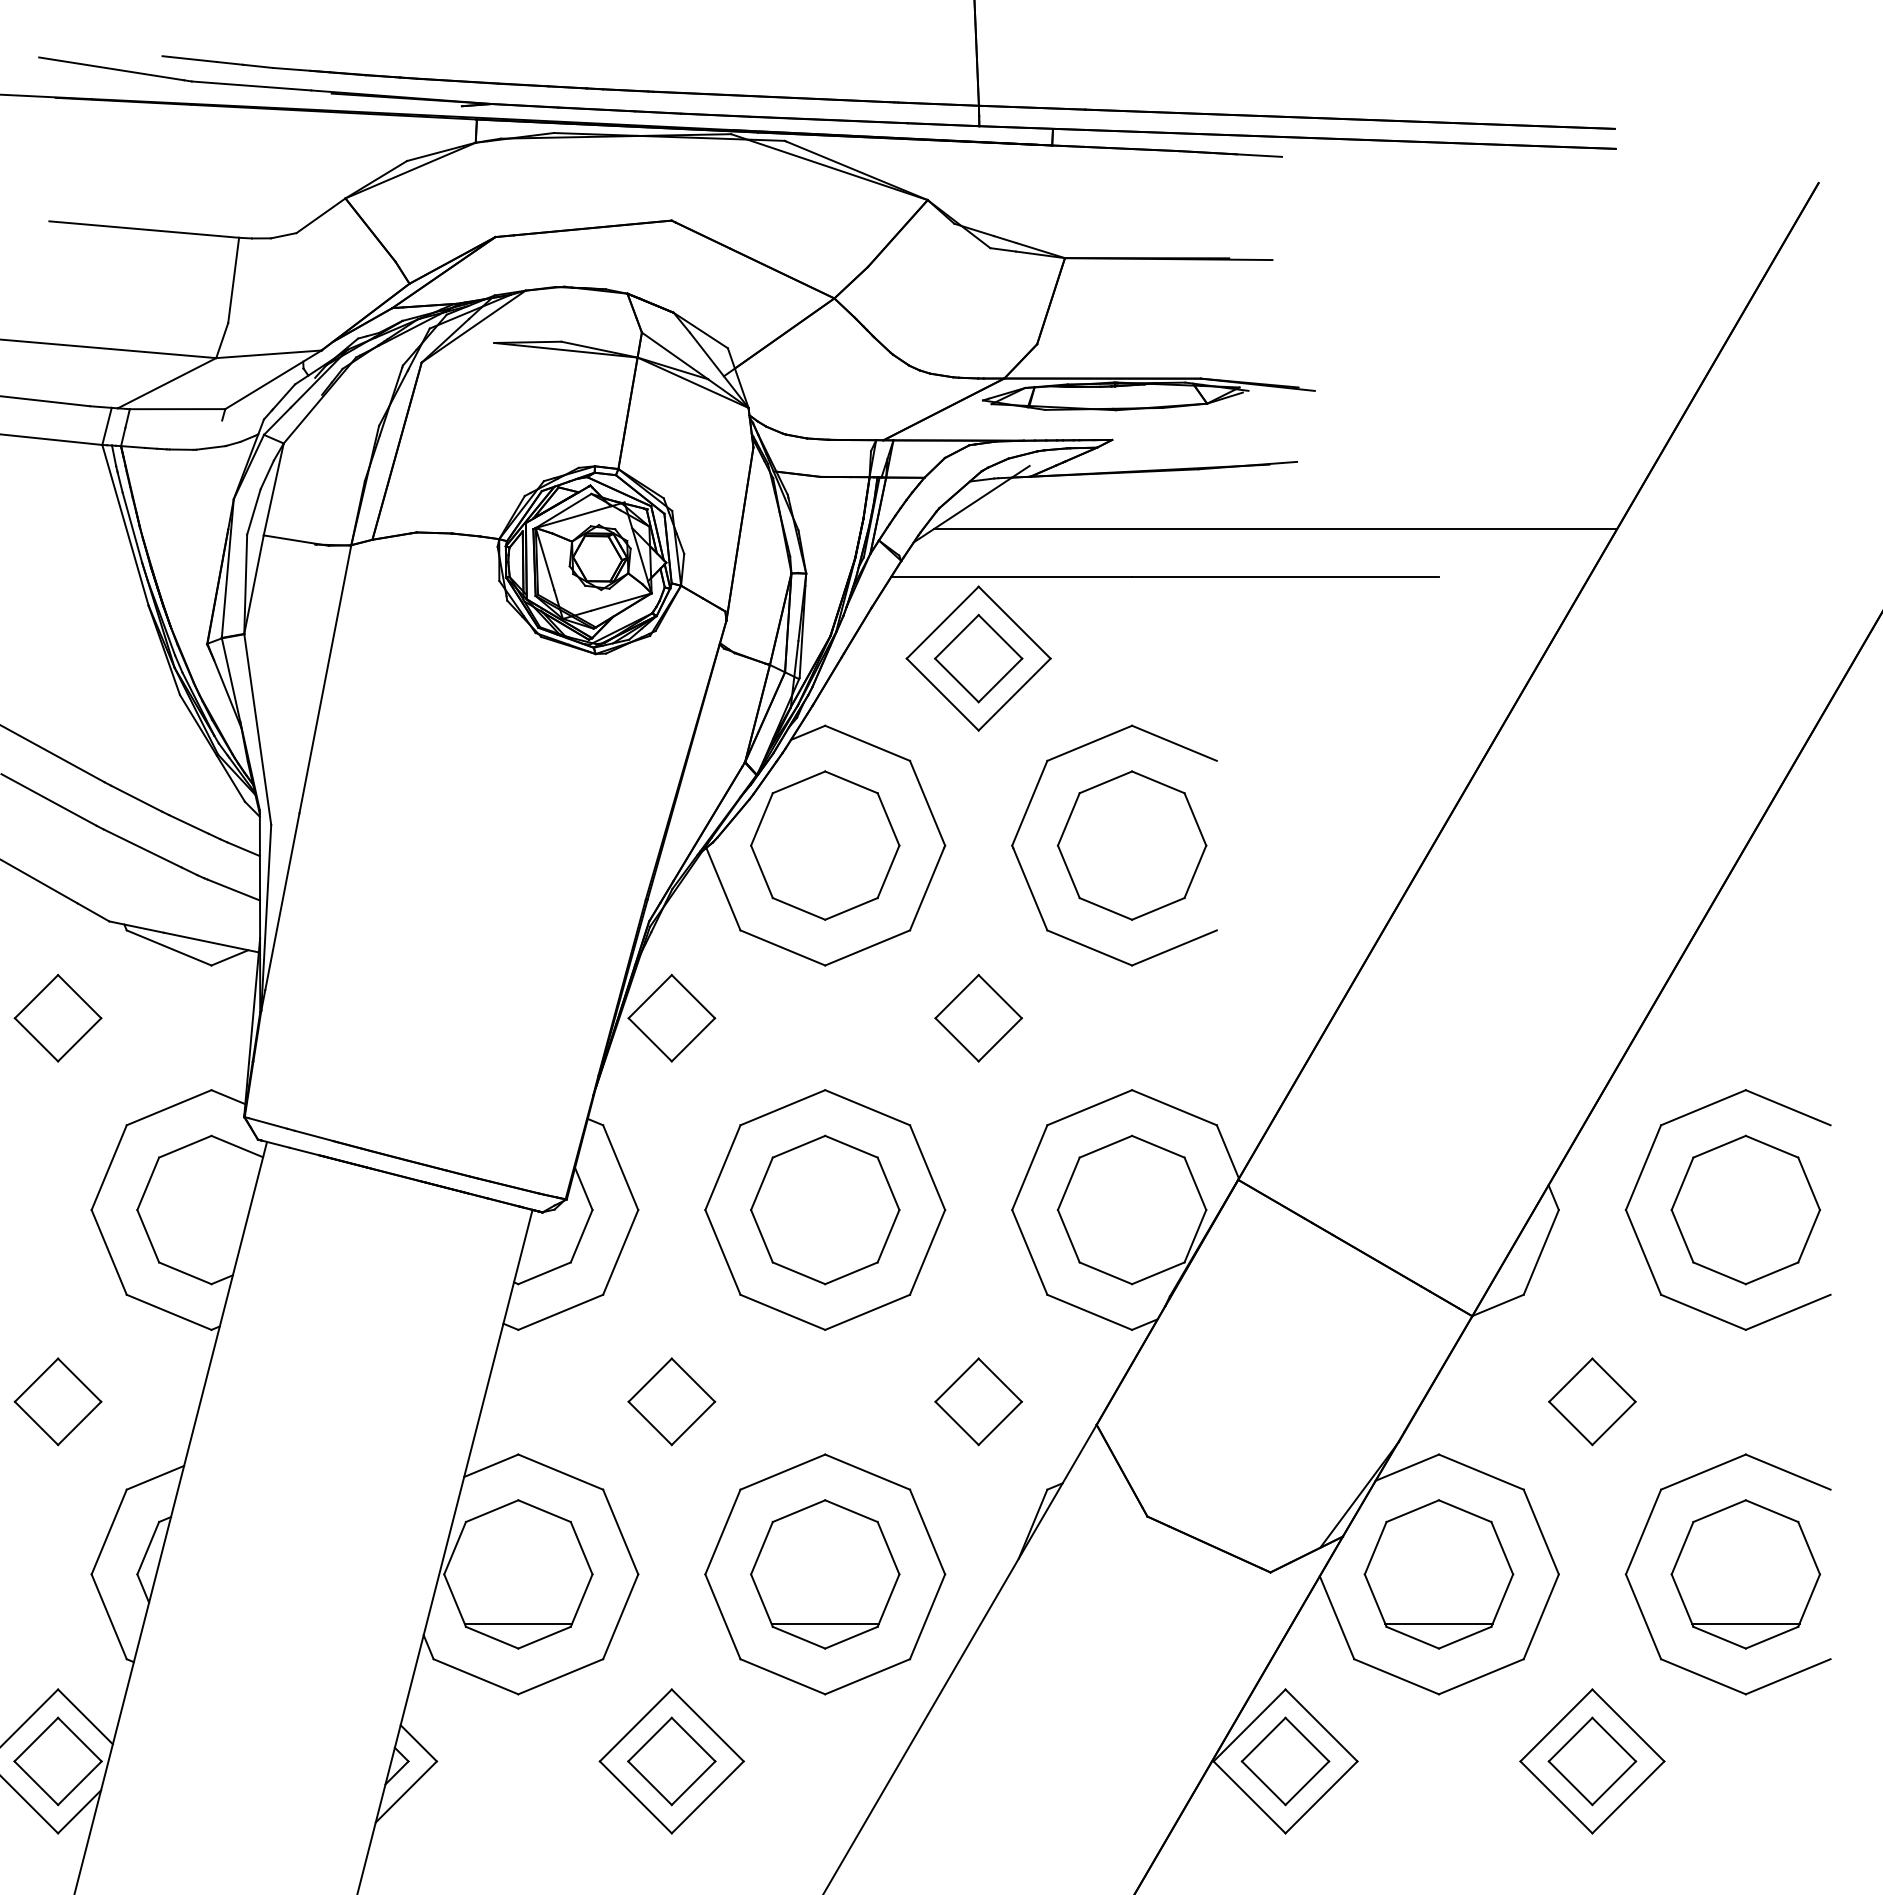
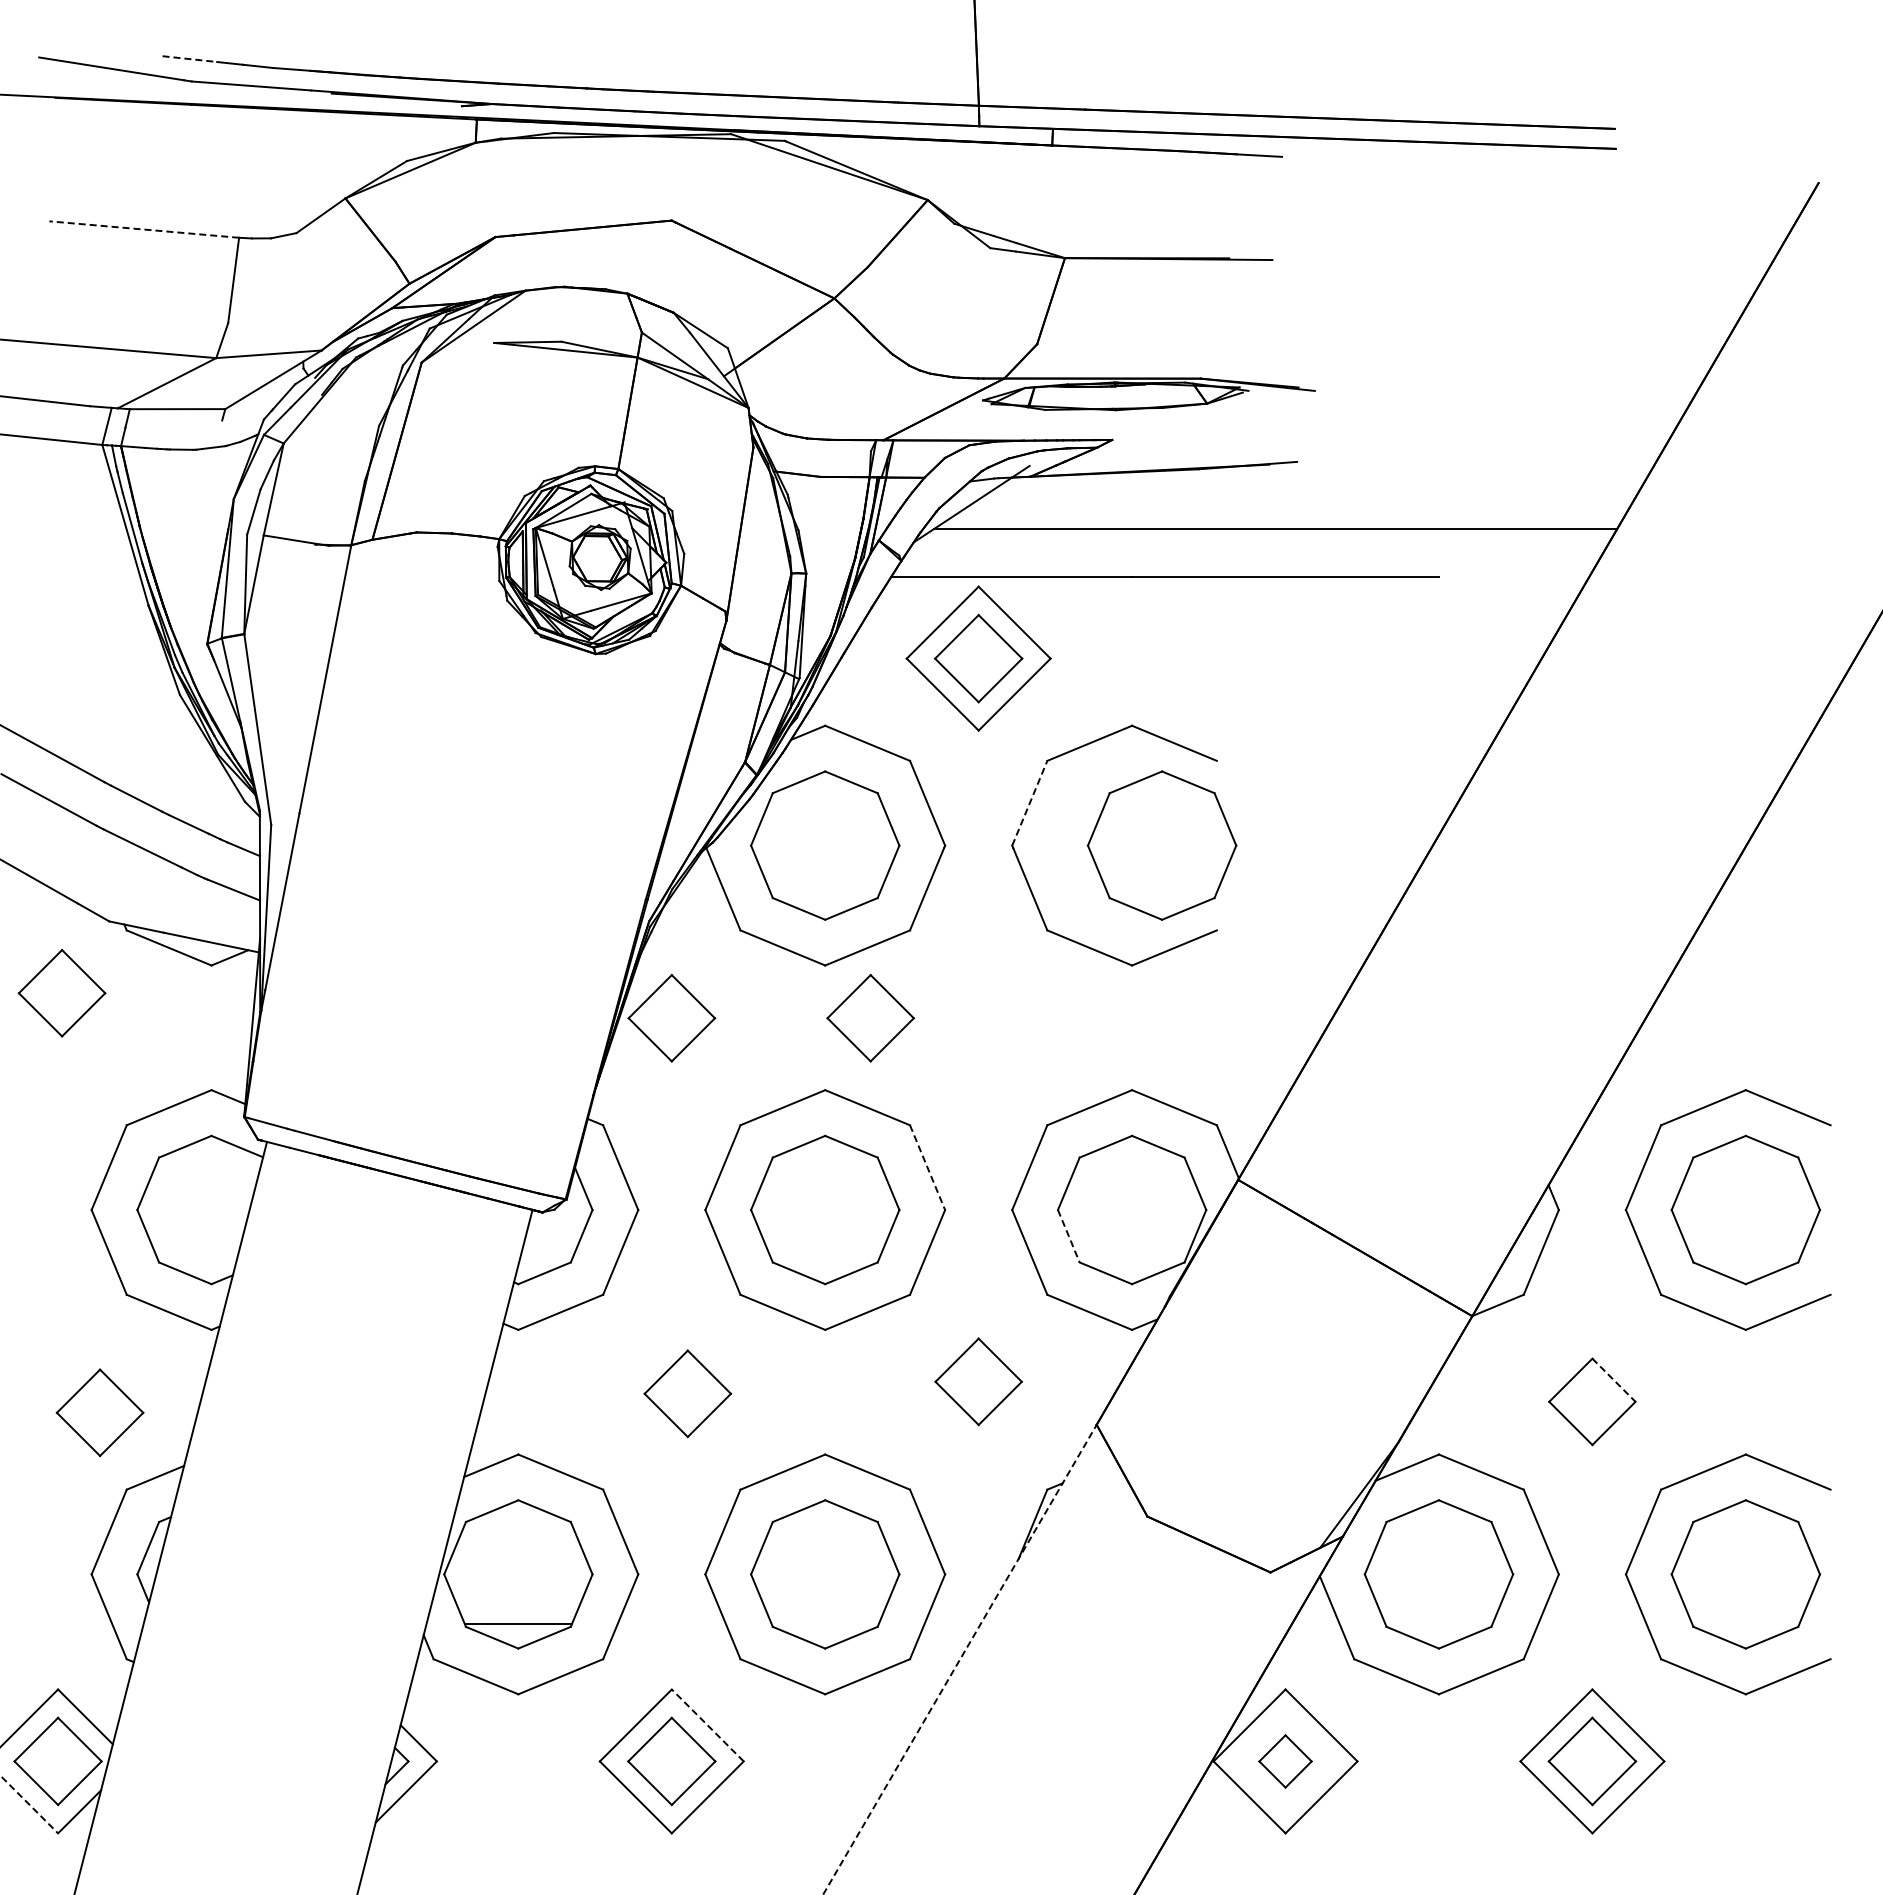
line at (190, 59): solid -> dashed
line at (143, 229): solid -> dashed
line at (1029, 803): solid -> dashed
part at (1131, 845) position: (1131, 845) -> (1161, 845)
part at (978, 1017) position: (978, 1017) -> (870, 1017)
part at (57, 1018) position: (57, 1018) -> (61, 993)
line at (927, 1167): solid -> dashed
line at (1069, 1236): solid -> dashed
line at (1613, 1380): solid -> dashed
part at (57, 1401) position: (57, 1401) -> (99, 1412)
part at (671, 1401) position: (671, 1401) -> (687, 1393)
part at (978, 1401) position: (978, 1401) -> (978, 1381)
line at (824, 1623): present -> none
line at (1438, 1623): present -> none
line at (1745, 1623): present -> none
line at (959, 1659): solid -> dashed
line at (707, 1725): solid -> dashed
part at (1285, 1761) size: 91x91 px -> 55x55 px
line at (29, 1804): solid -> dashed
